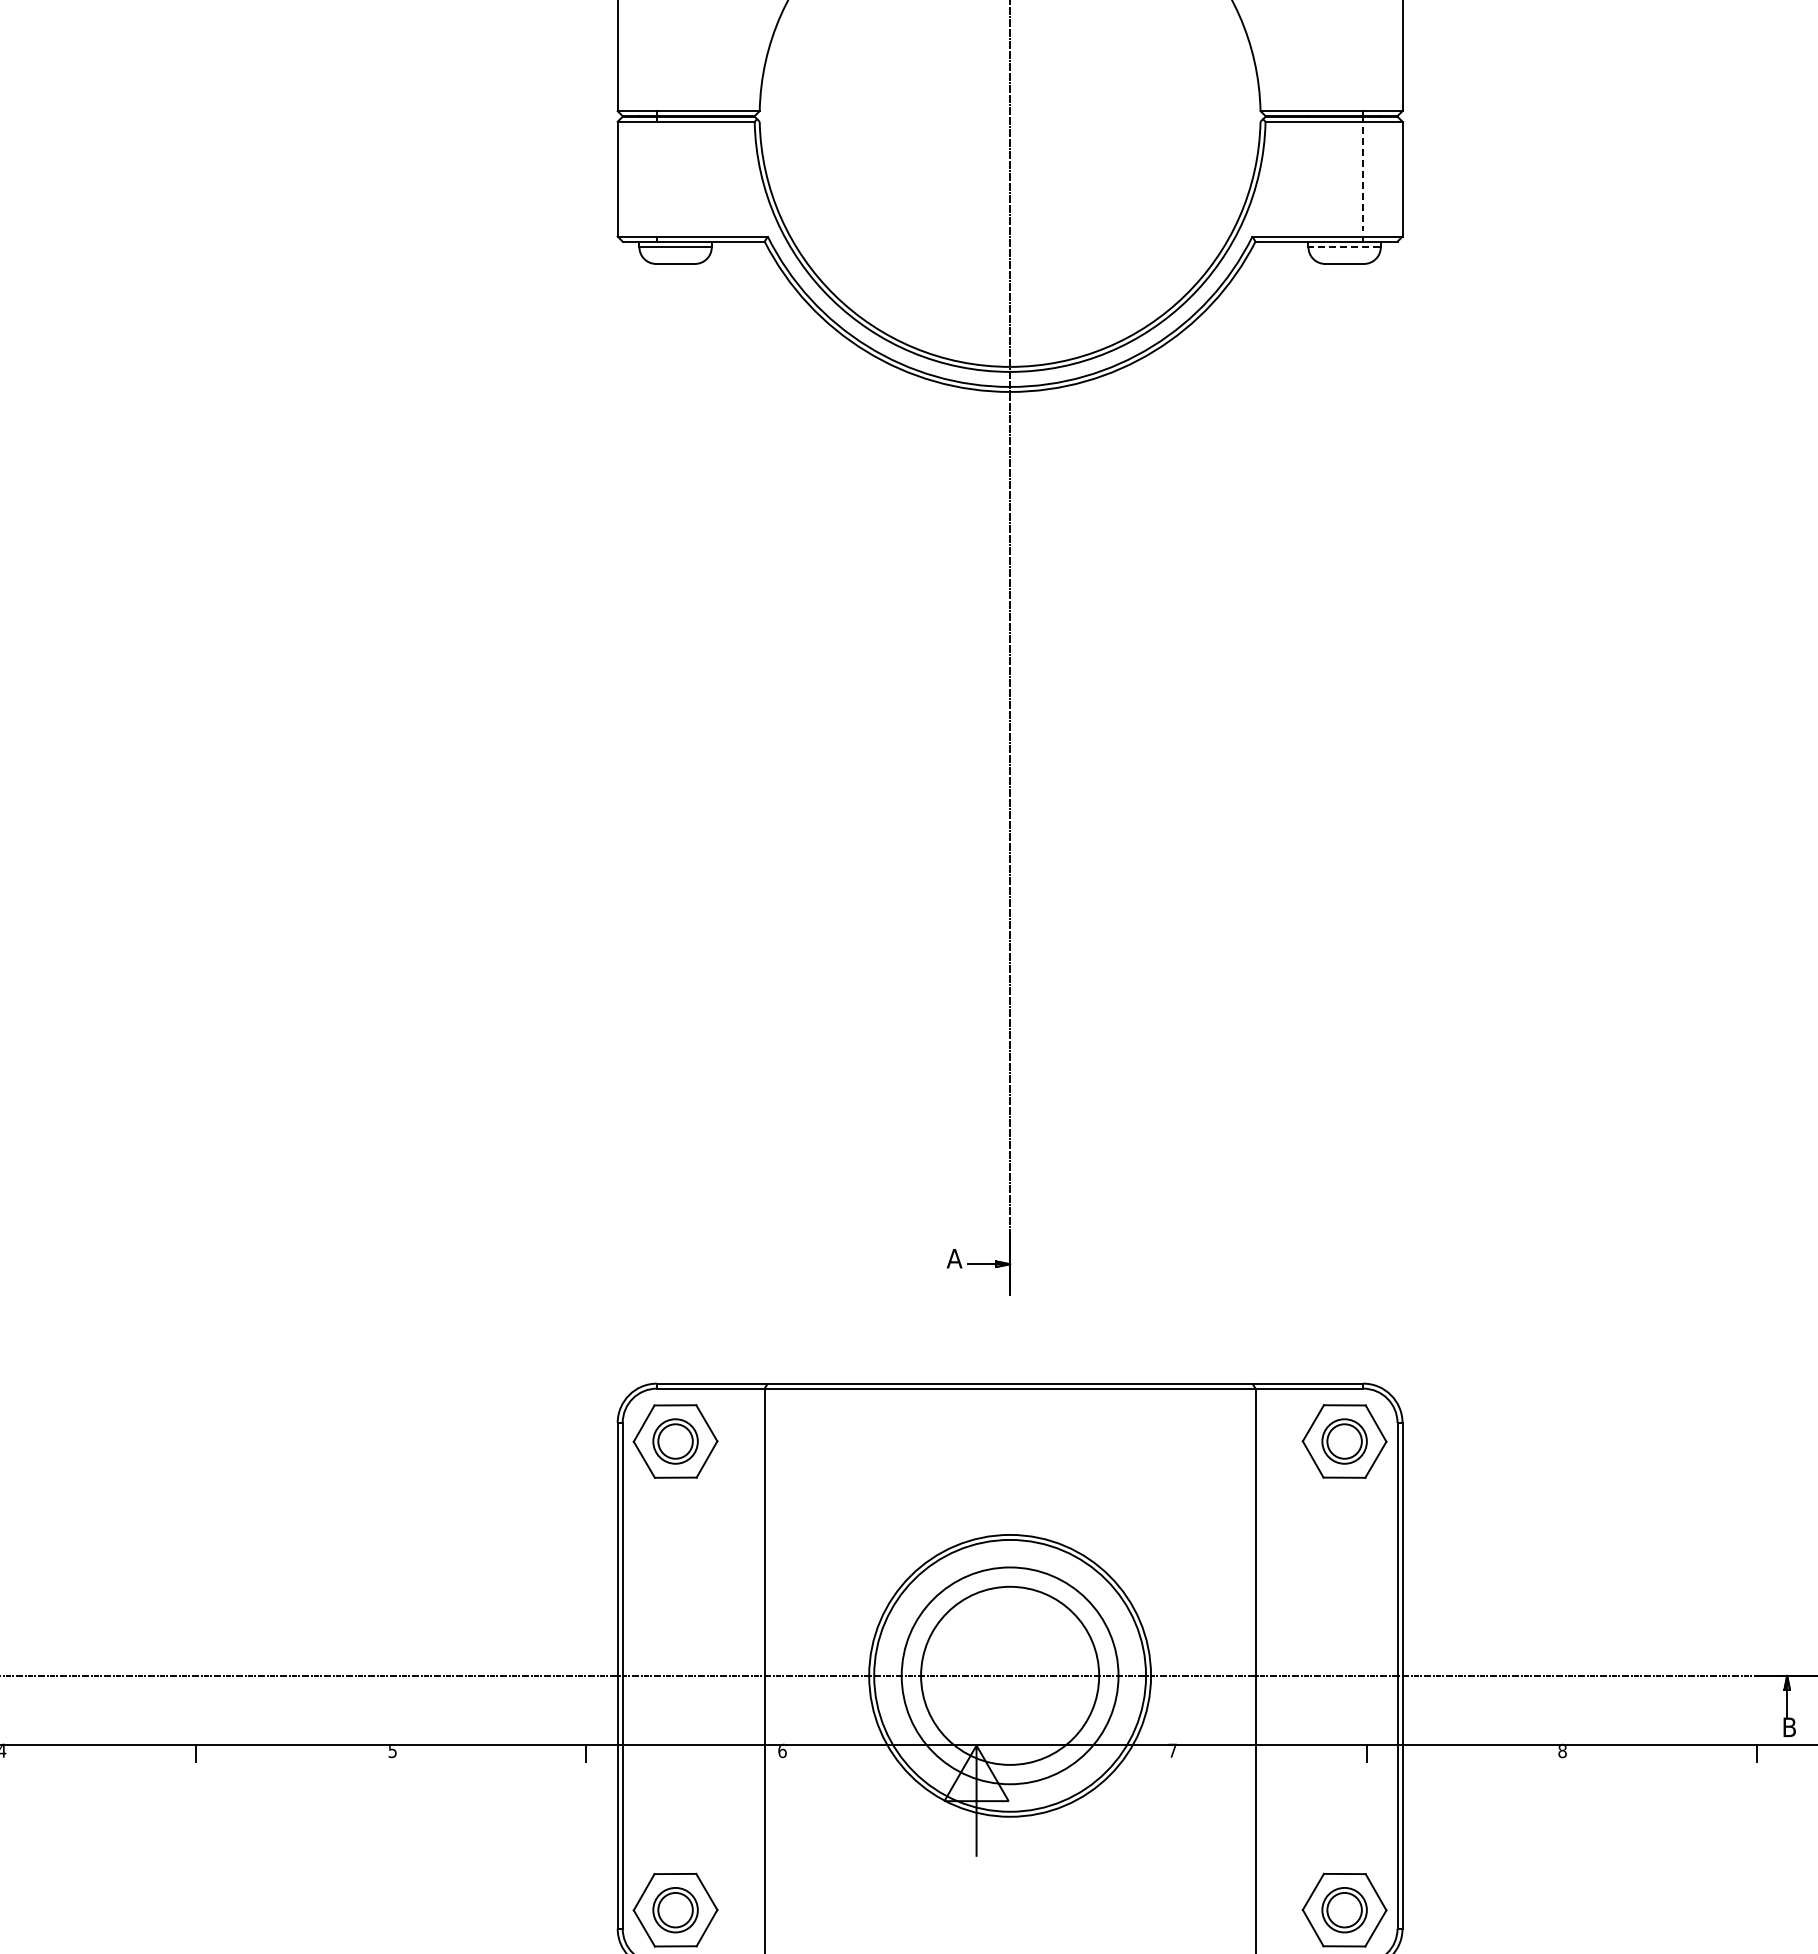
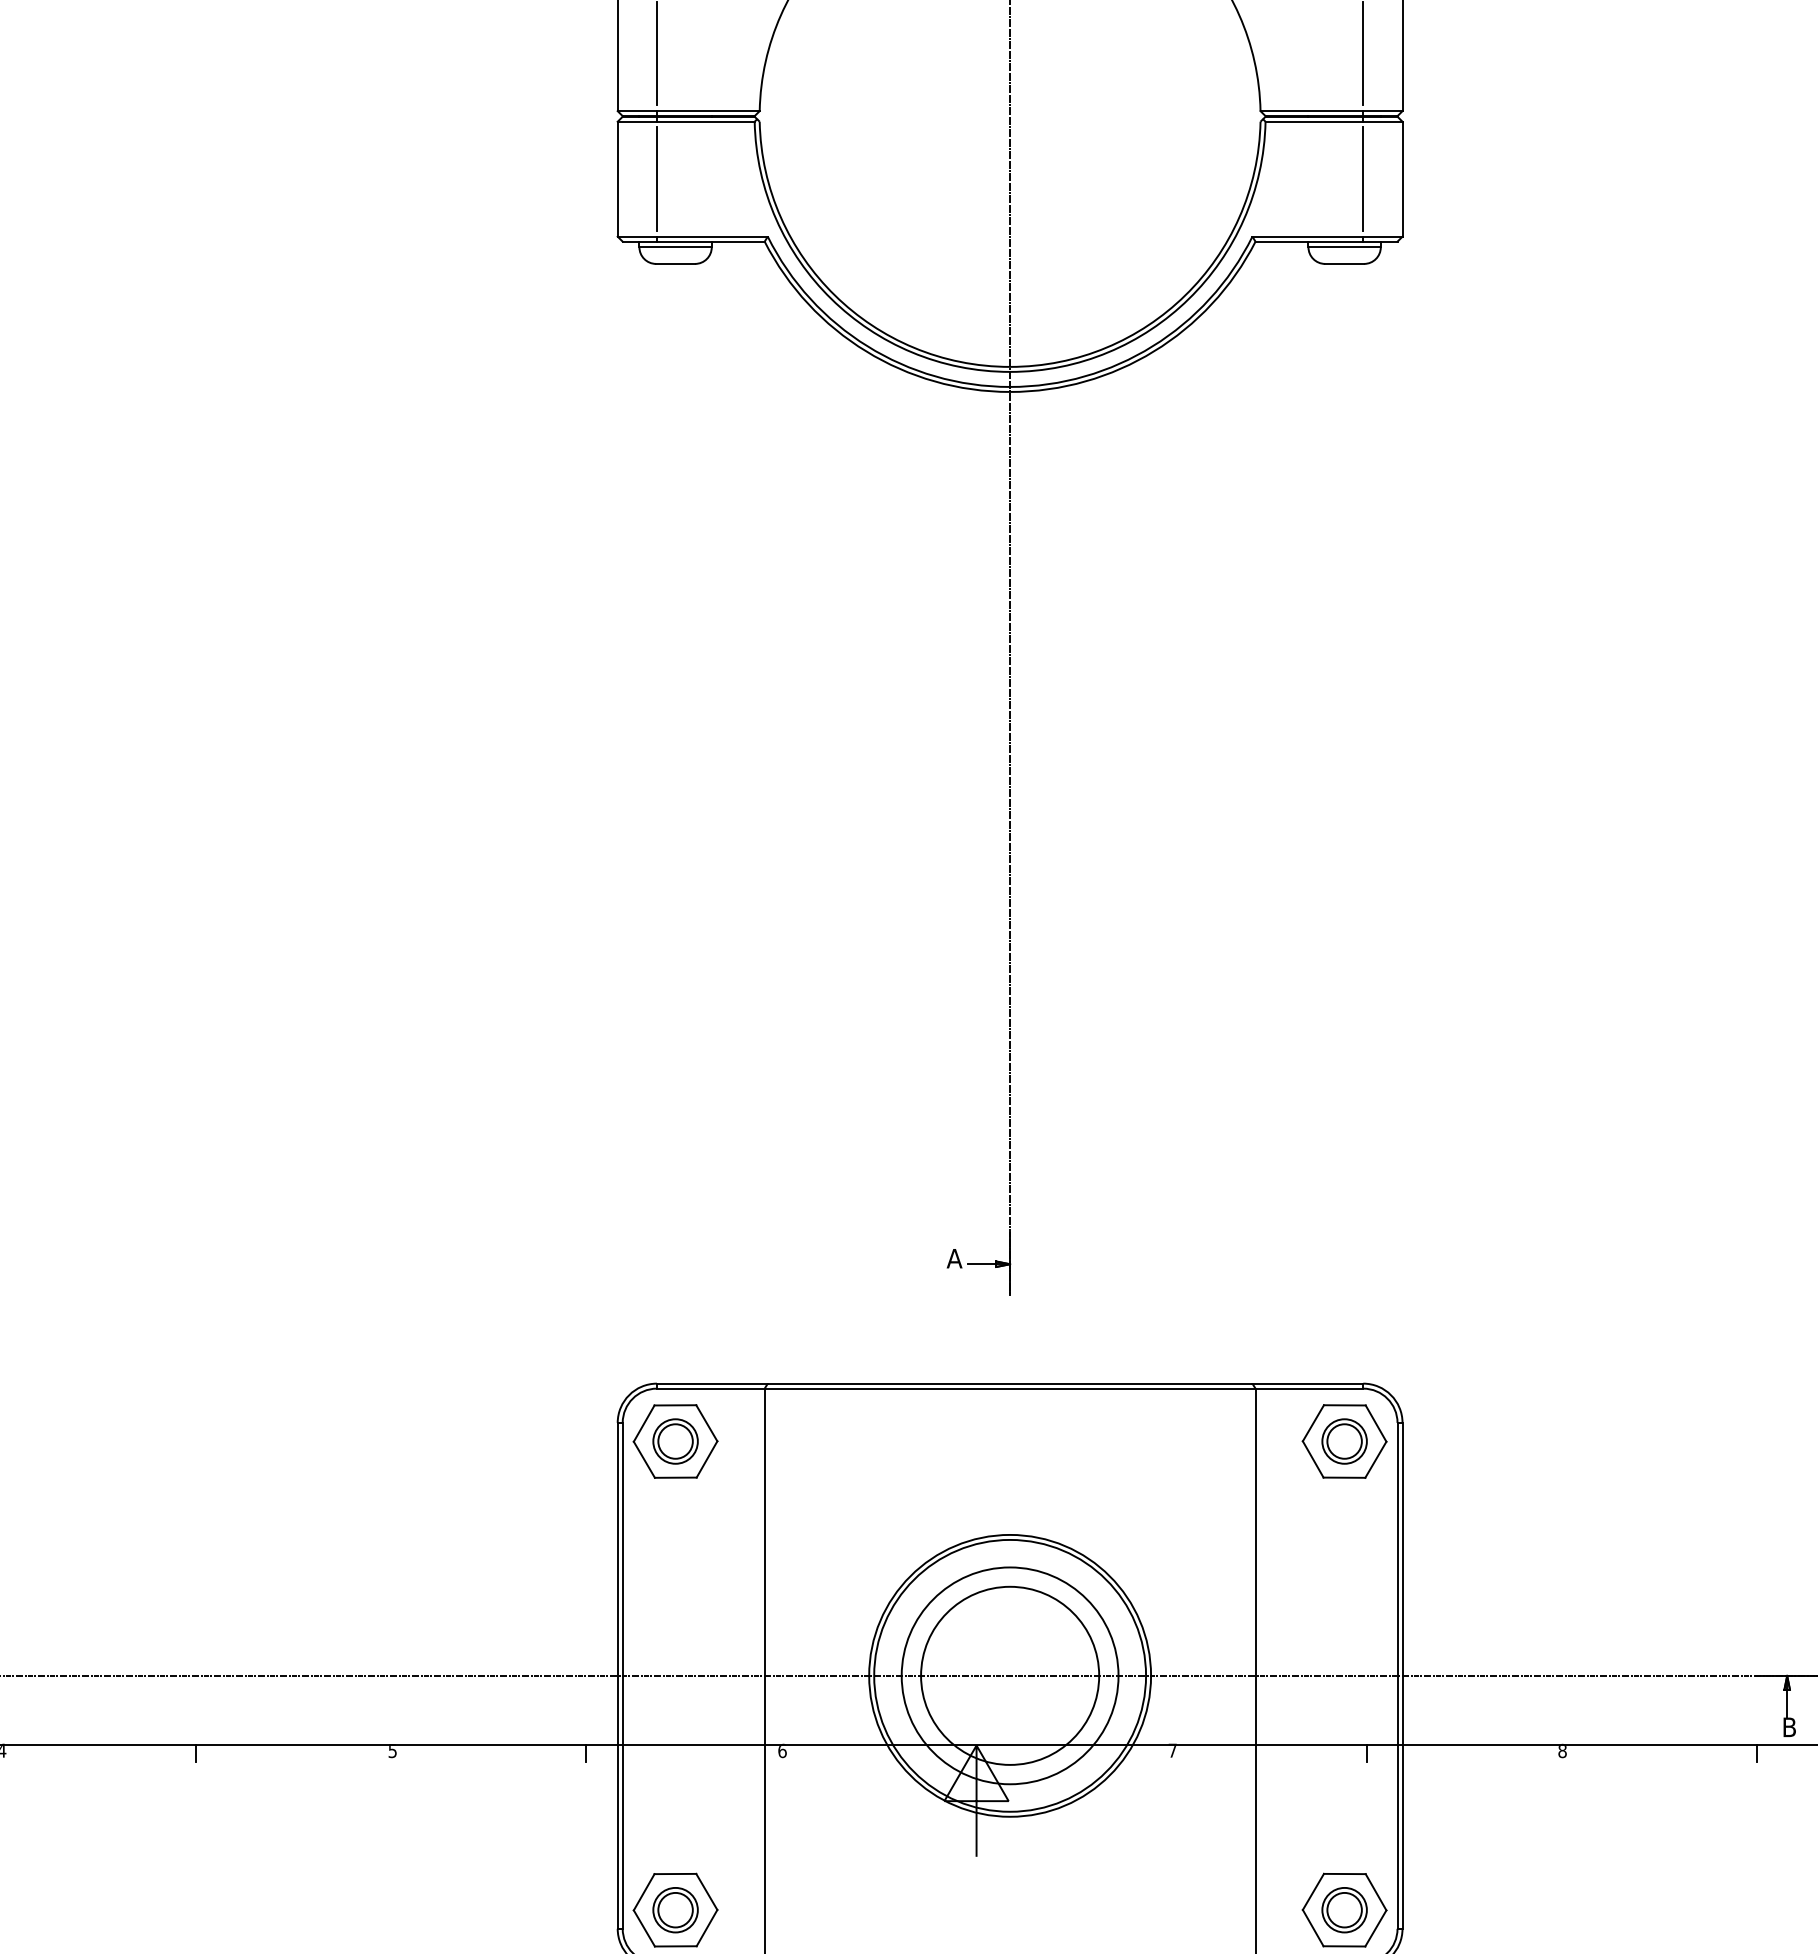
line at (656, 53): none -> present
line at (1363, 53): none -> present
line at (656, 178): none -> present
line at (1363, 179): dashed -> solid
line at (1344, 247): dashed -> solid
